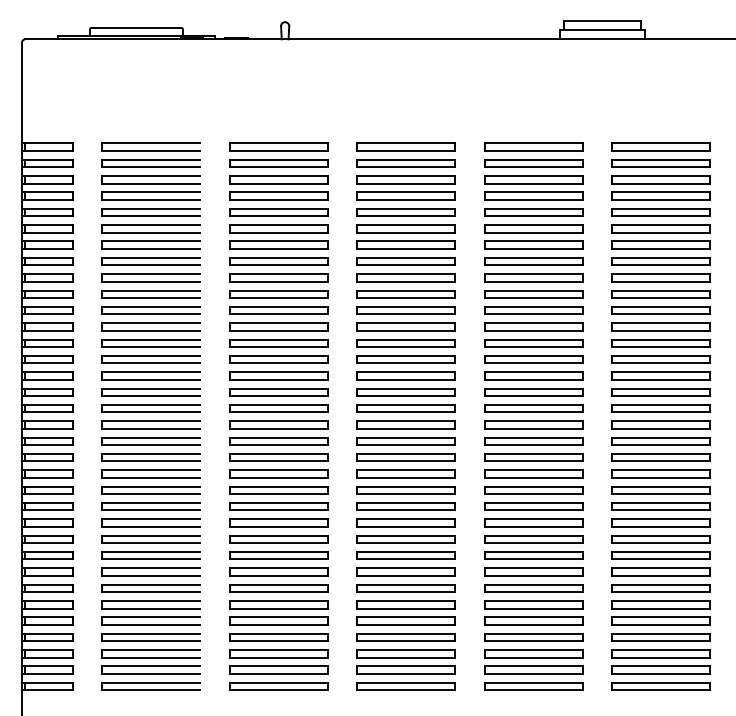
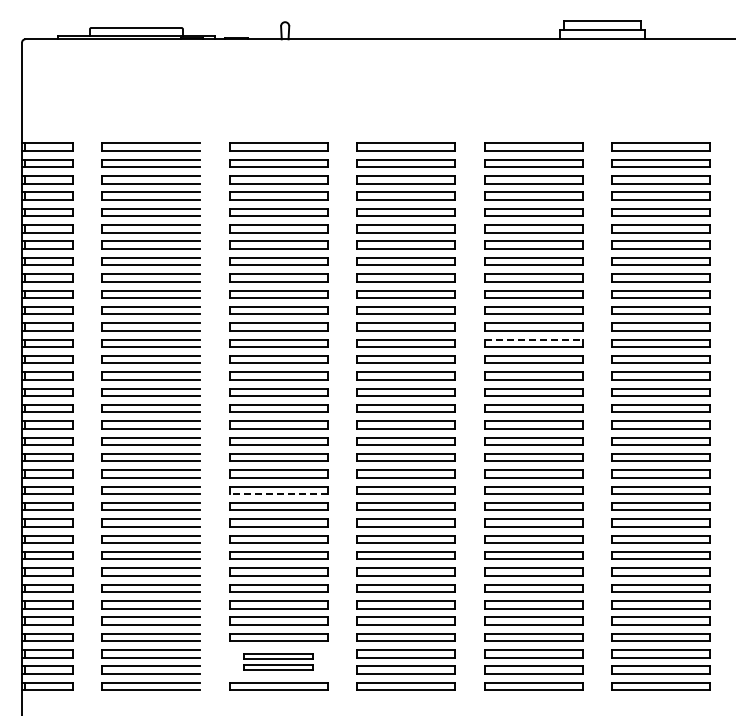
line at (534, 339): solid -> dashed
line at (278, 494): solid -> dashed
part at (278, 661) size: 100x26 px -> 71x18 px
